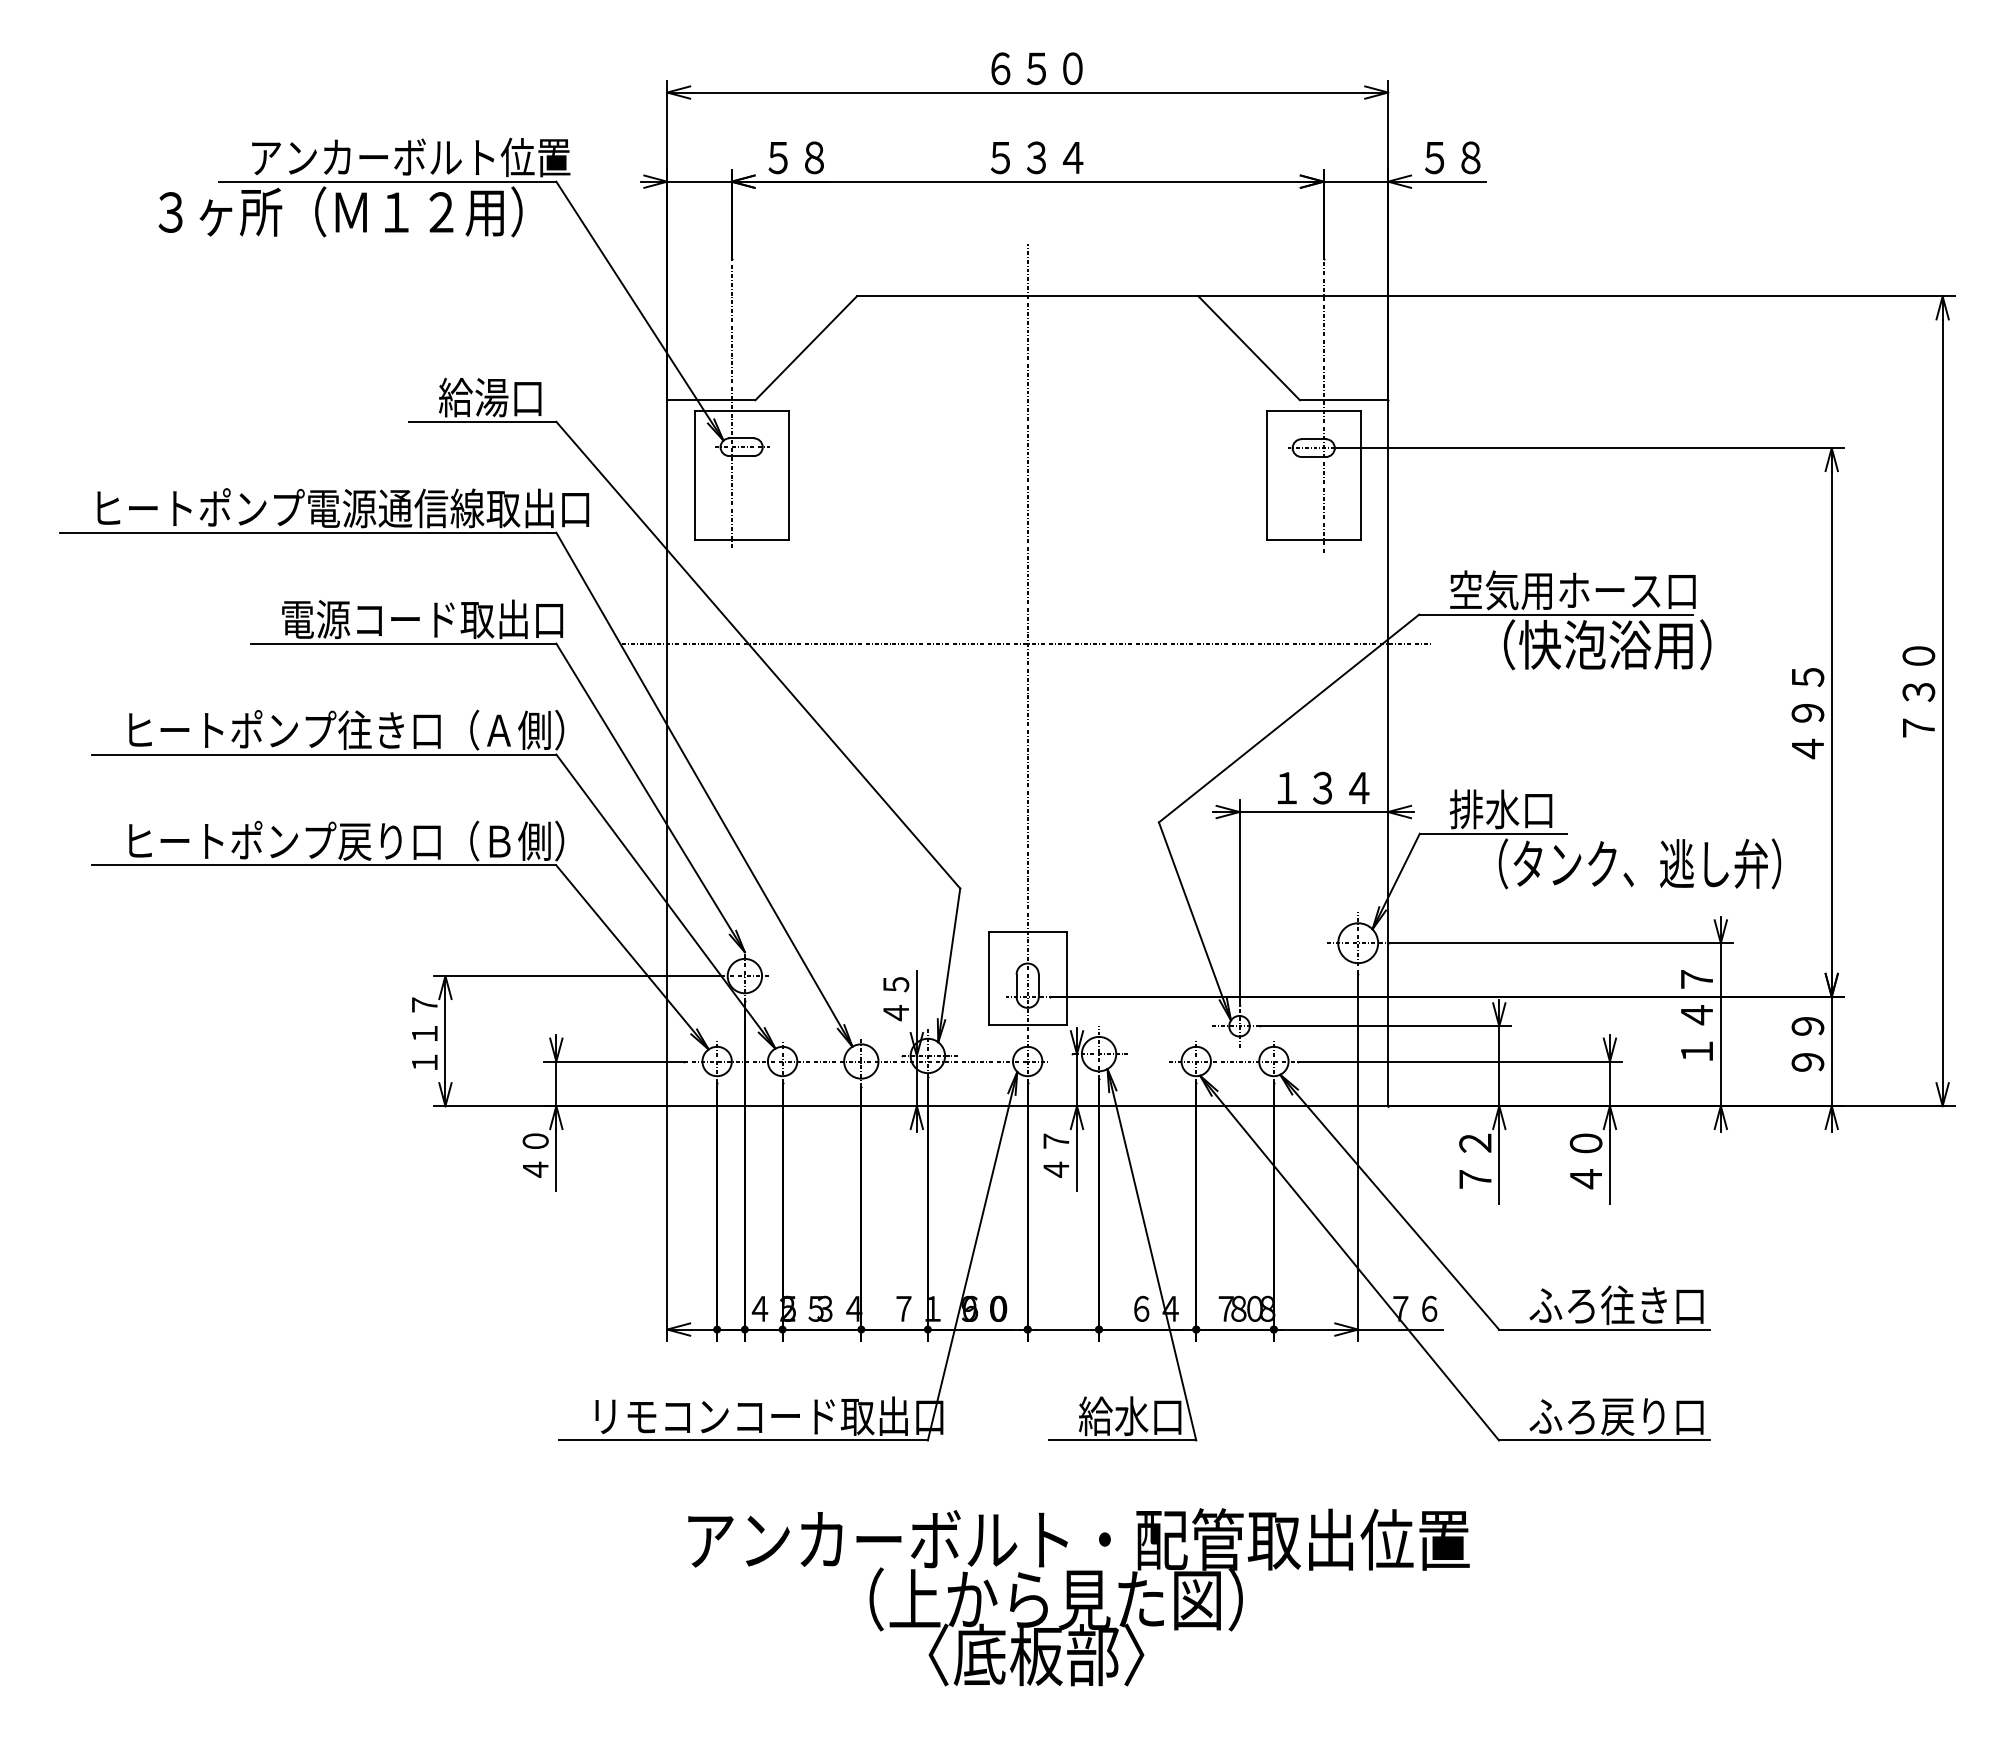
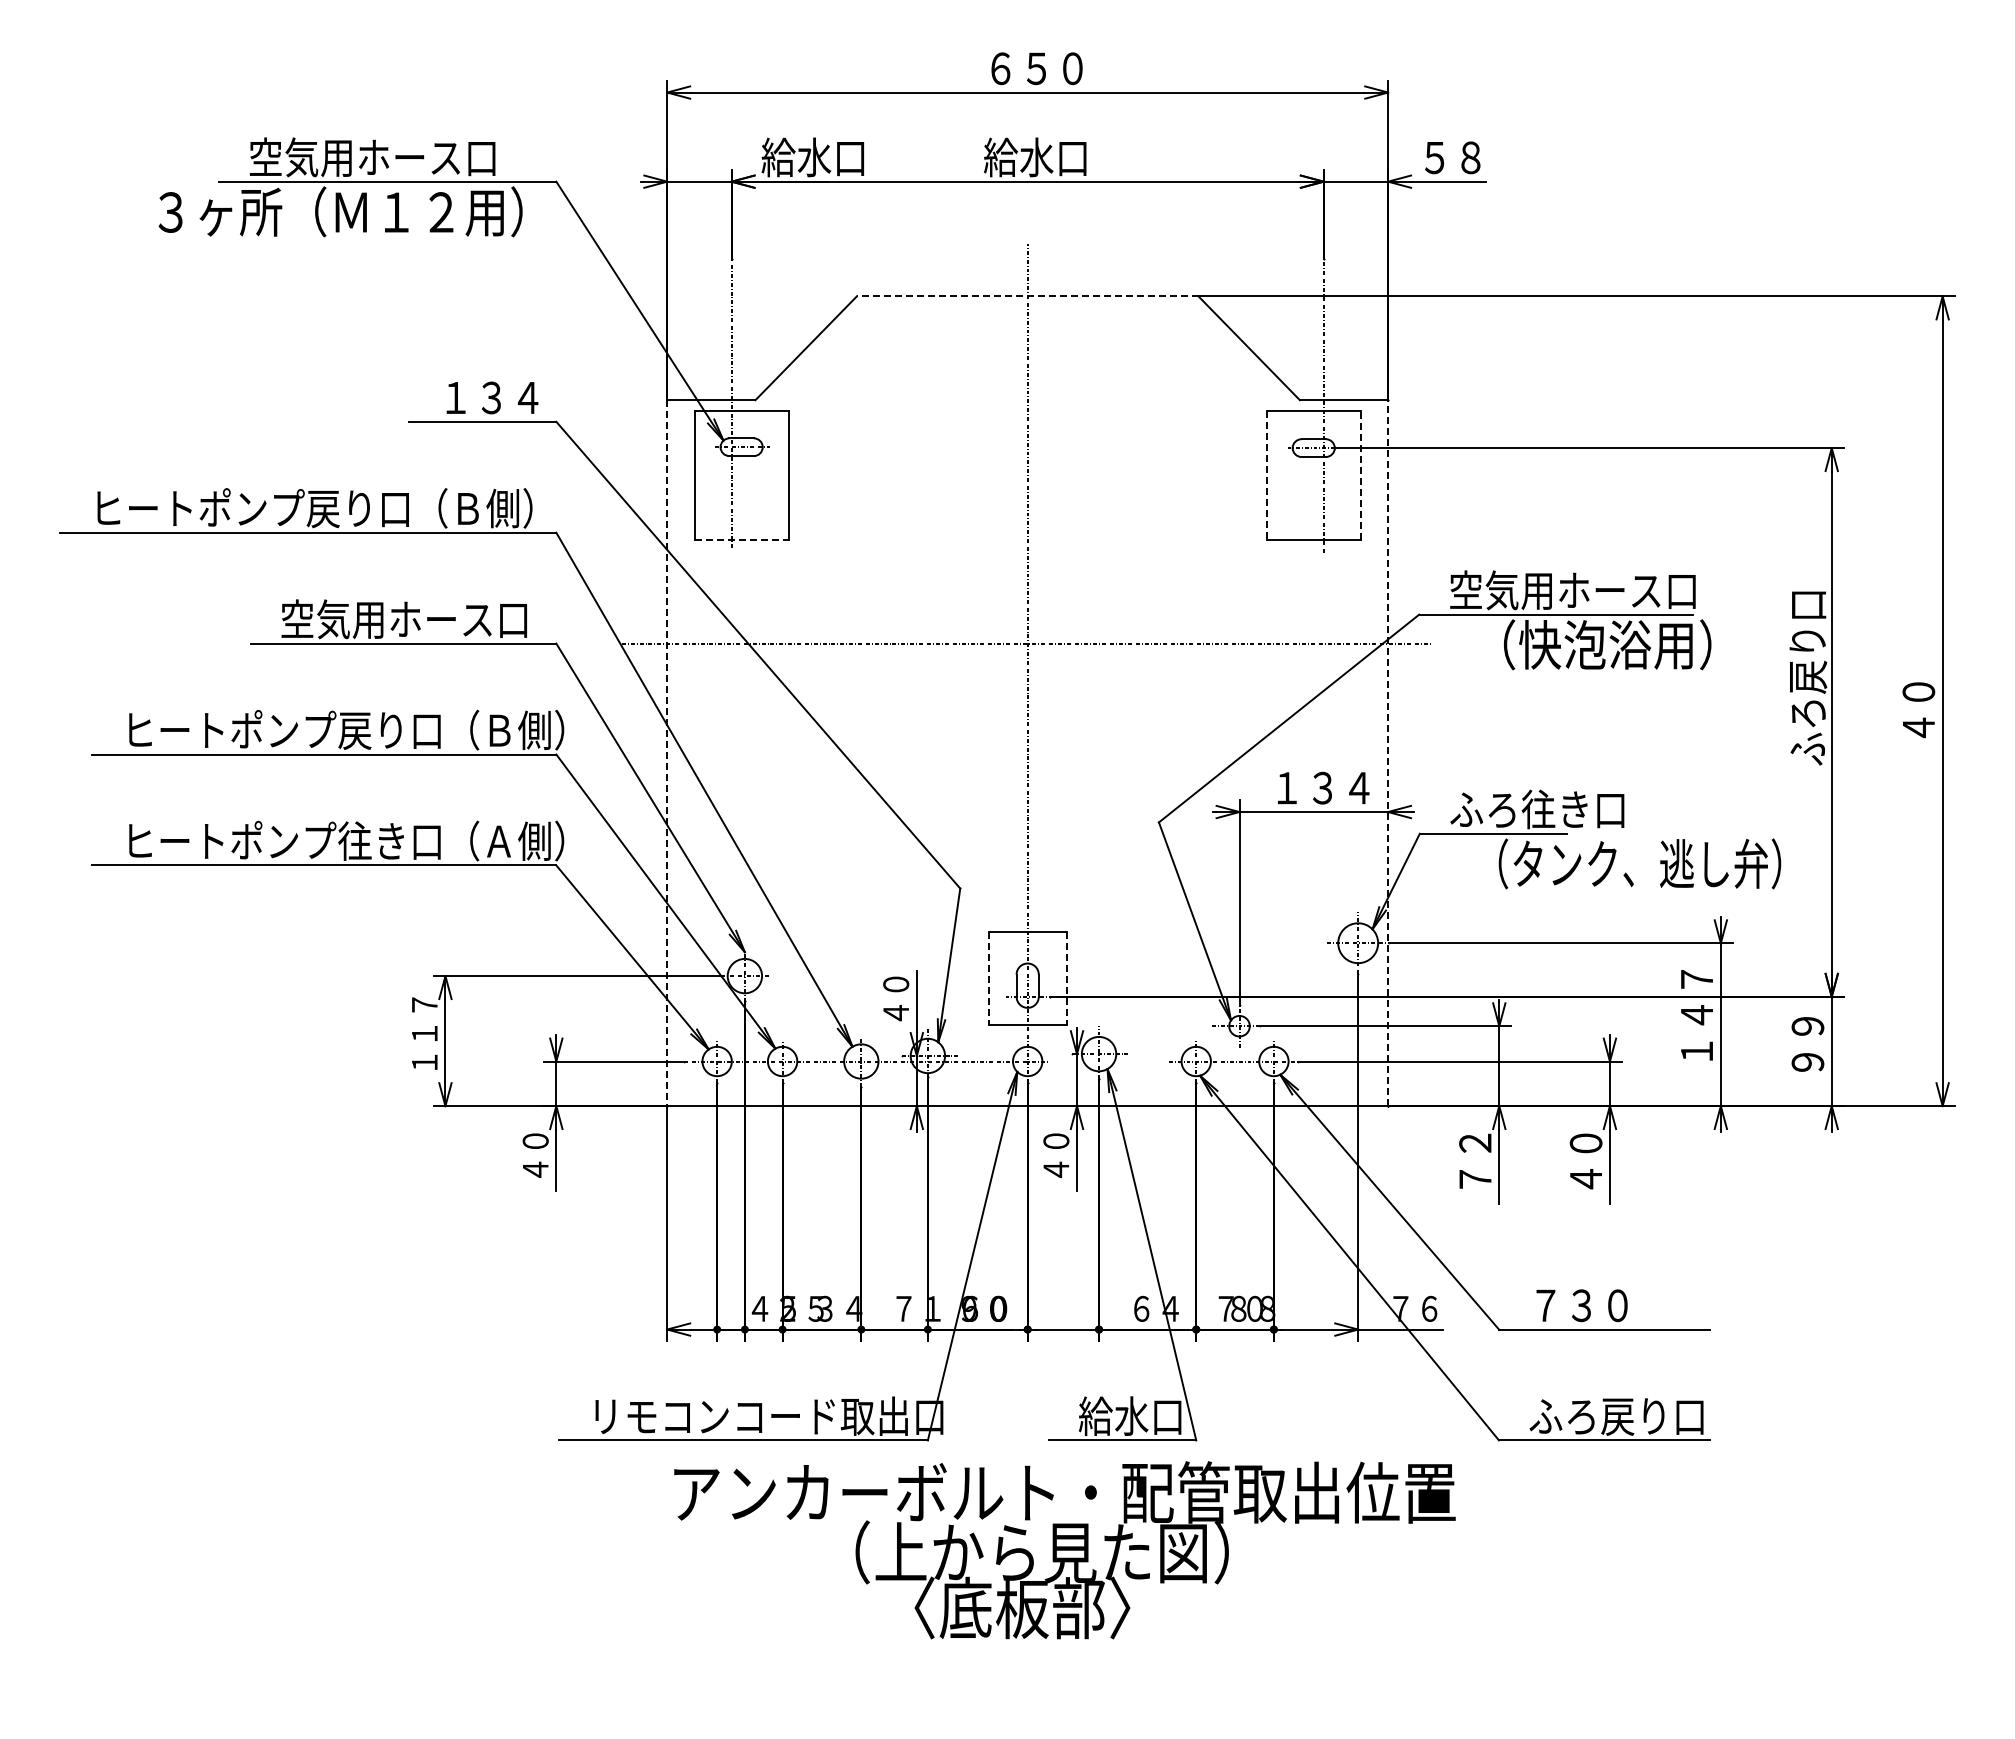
text at (409, 157): アンカーボルト位置 -> 空気用ホース口
text at (812, 157): ５８ -> 給水口
text at (1035, 157): ５３４ -> 給水口
line at (1027, 296): solid -> dashed
text at (489, 397): 給湯口 -> １３４
line at (1360, 474): solid -> dashed
line at (1266, 475): solid -> dashed
text at (447, 508): ヒートポンプ電源通信線取出口 -> ヒートポンプ戻り口（Ｂ側）
line at (742, 539): solid -> dashed
text at (422, 619): 電源コード取出口 -> 空気用ホース口
text at (1808, 678): ４９５ -> ふろ戻り口
text at (1918, 692): ７３０ -> ４０
text at (424, 729): ヒートポンプ往き口（Ａ側） -> ヒートポンプ戻り口（Ｂ側）
line at (667, 753): solid -> dashed
line at (1388, 753): solid -> dashed
text at (1536, 809): 排水口 -> ふろ往き口
text at (424, 840): ヒートポンプ戻り口（Ｂ側） -> ヒートポンプ往き口（Ａ側）
line at (988, 979): solid -> dashed
line at (1066, 979): solid -> dashed
text at (896, 984): ４５ -> ４０
text at (1056, 1140): ４７ -> ４０
text at (1616, 1305): ふろ往き口 -> ７３０
text at (1078, 1597) position: (1078, 1597) -> (1064, 1550)
